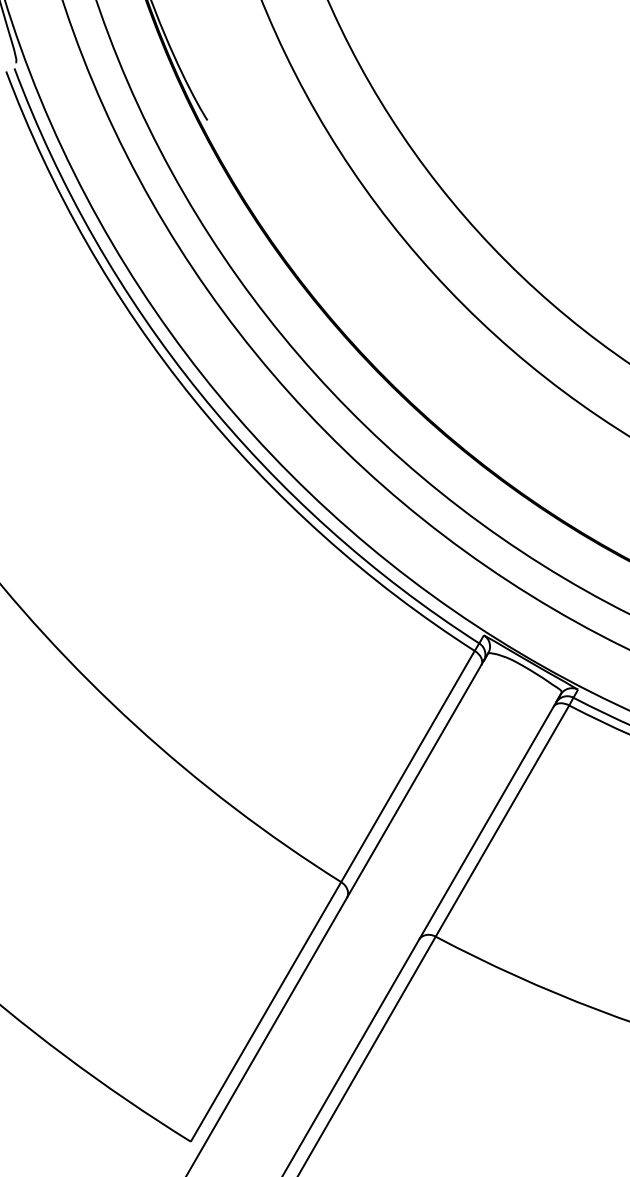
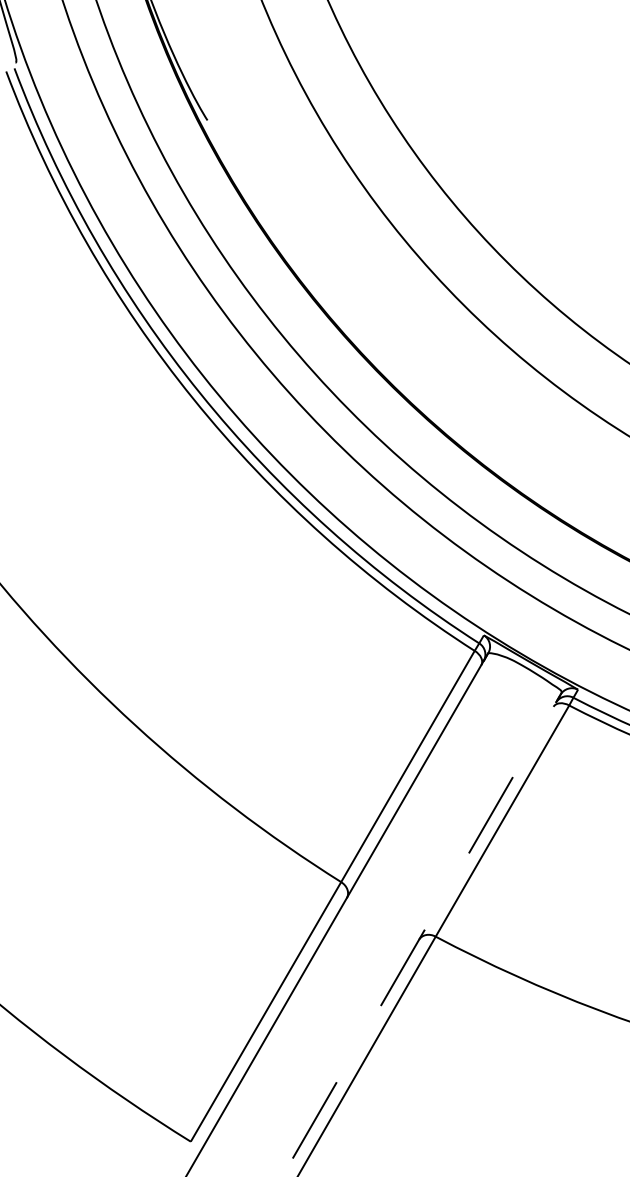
line at (421, 935): solid -> dashed
